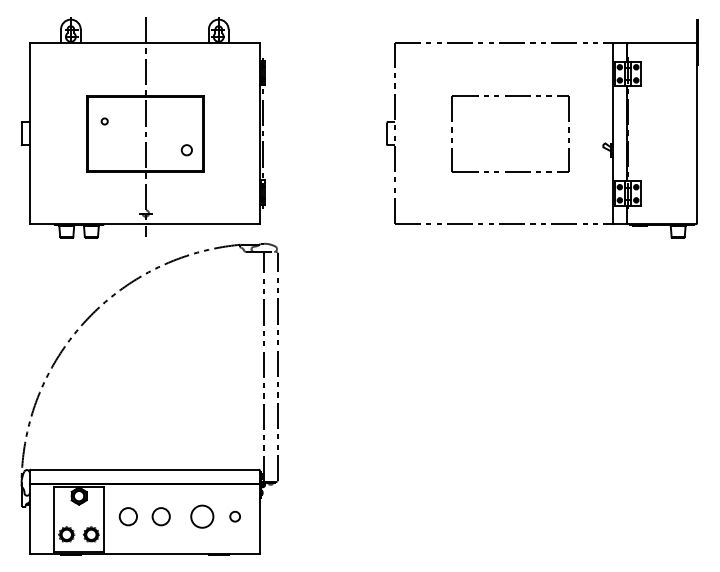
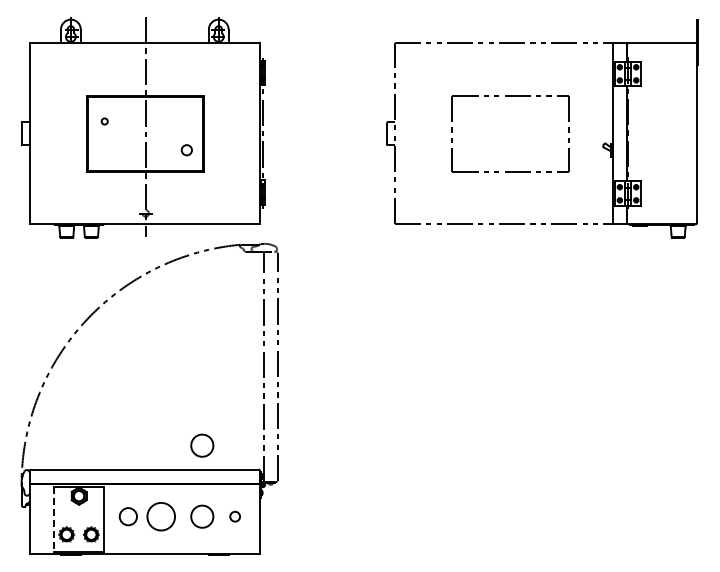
circle at (202, 445): none -> present
circle at (160, 516) diameter: 17 px -> 28 px
line at (54, 520): solid -> dashed
